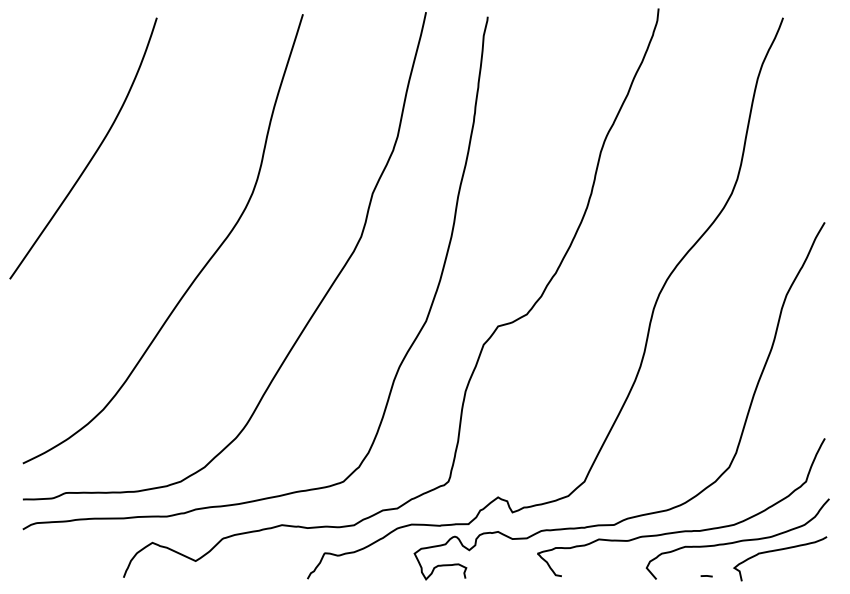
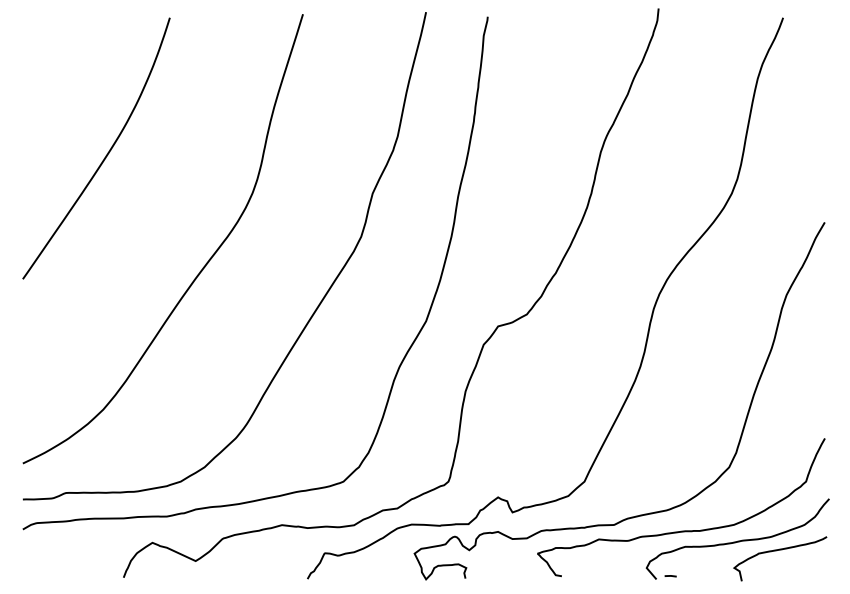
curve at (92, 155) position: (92, 155) -> (105, 155)
line at (706, 576) position: (706, 576) -> (670, 576)
